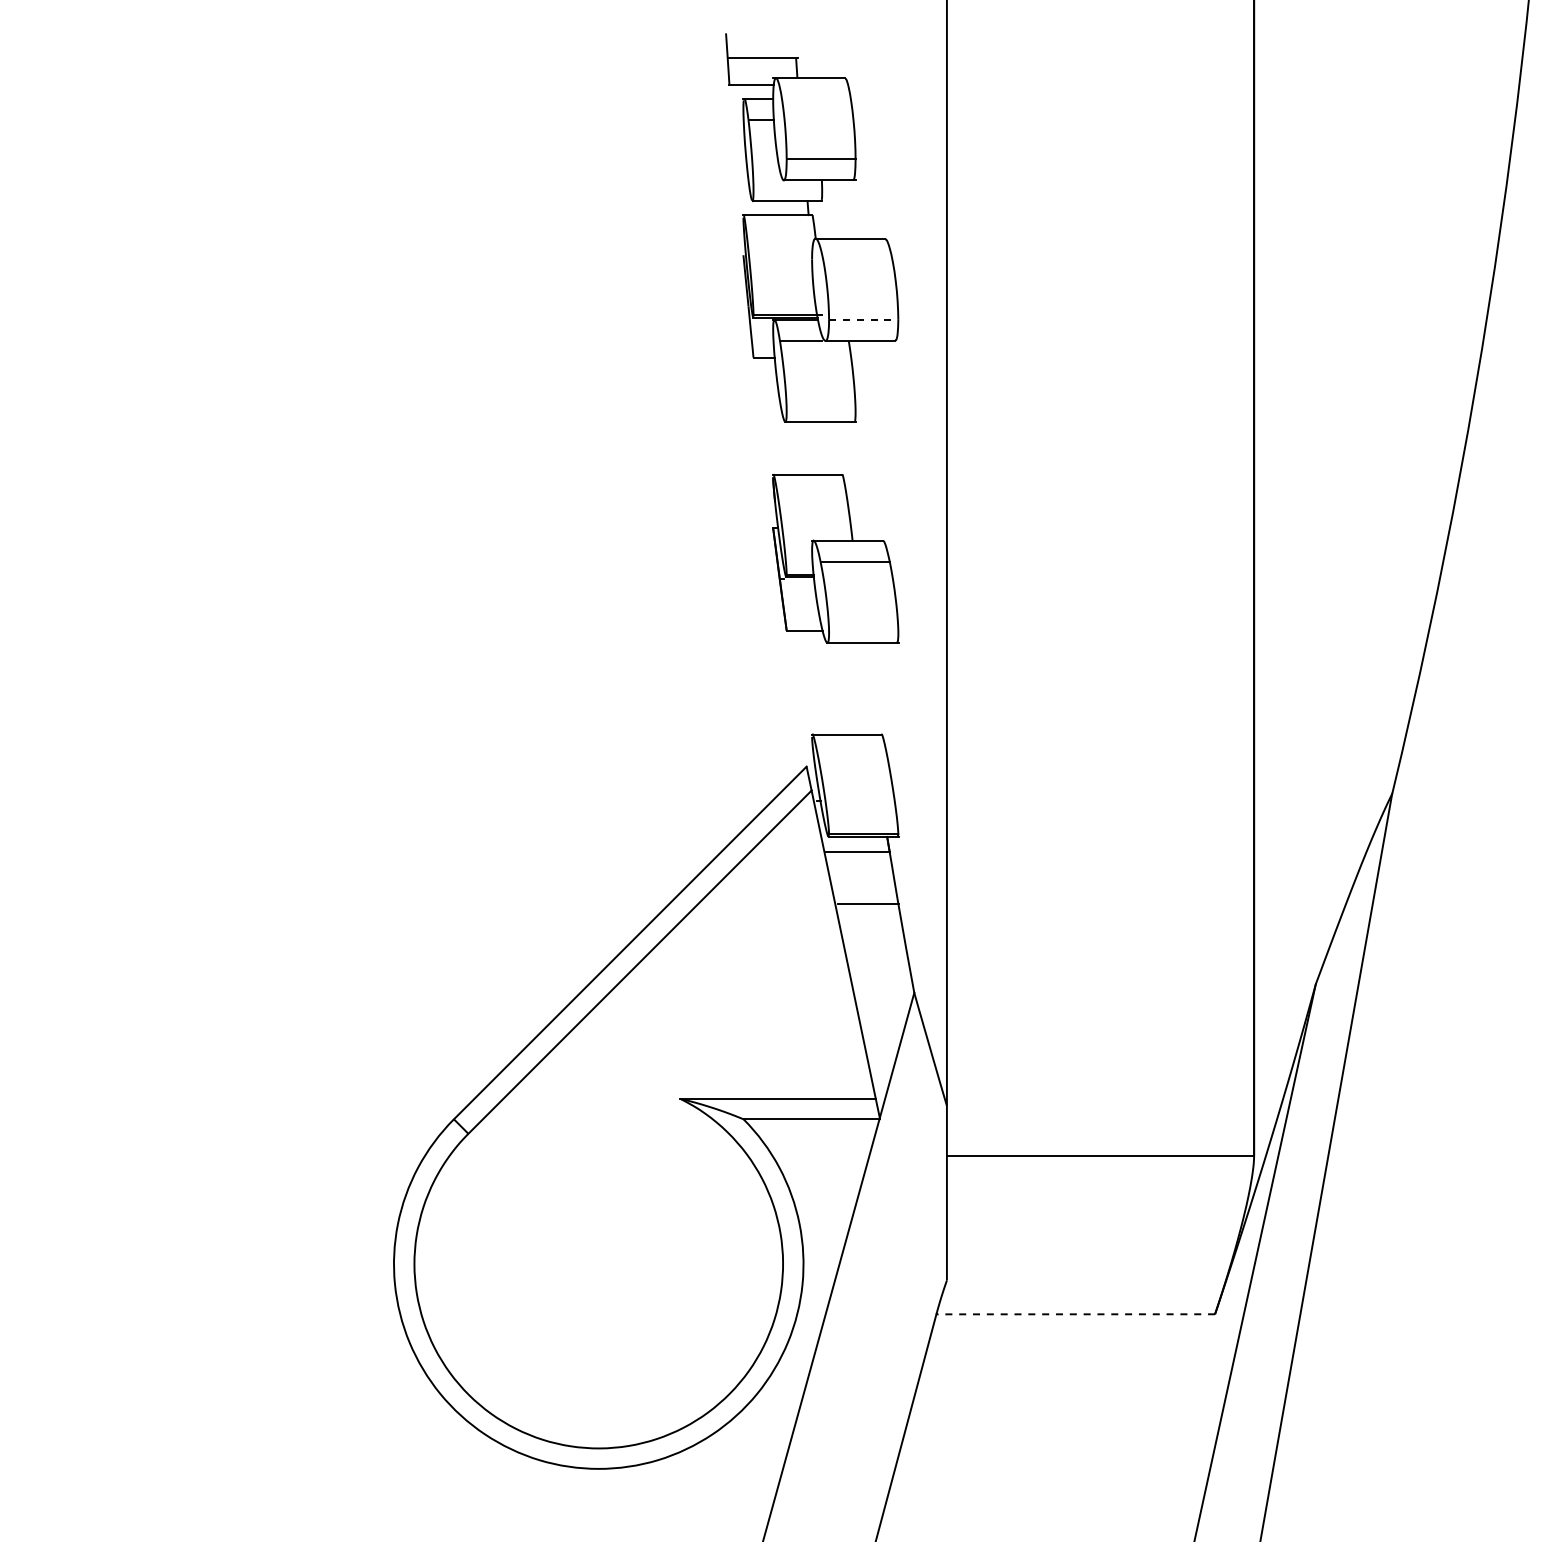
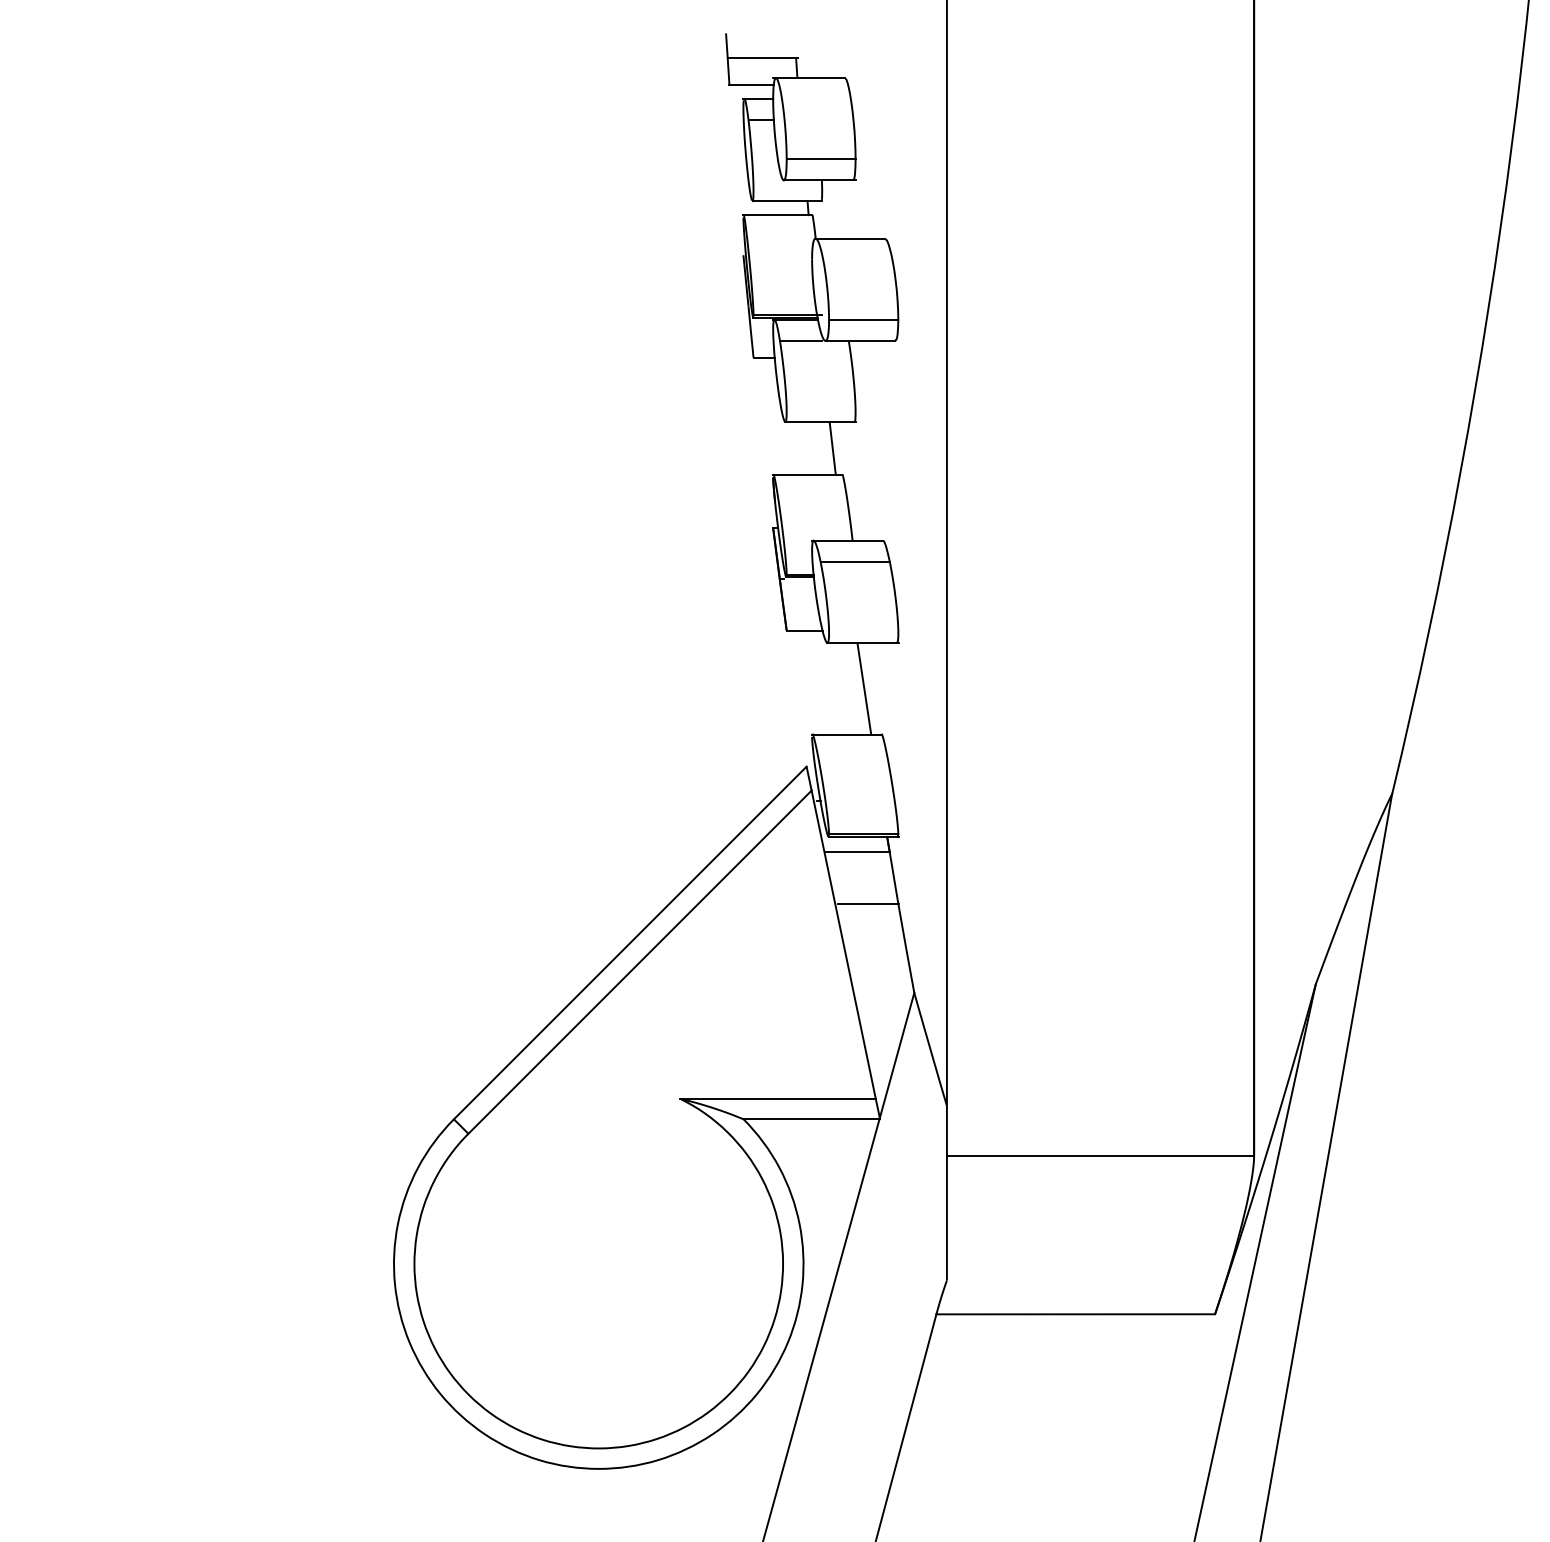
line at (863, 319): dashed -> solid
line at (832, 448): none -> present
line at (864, 688): none -> present
line at (1075, 1314): dashed -> solid
